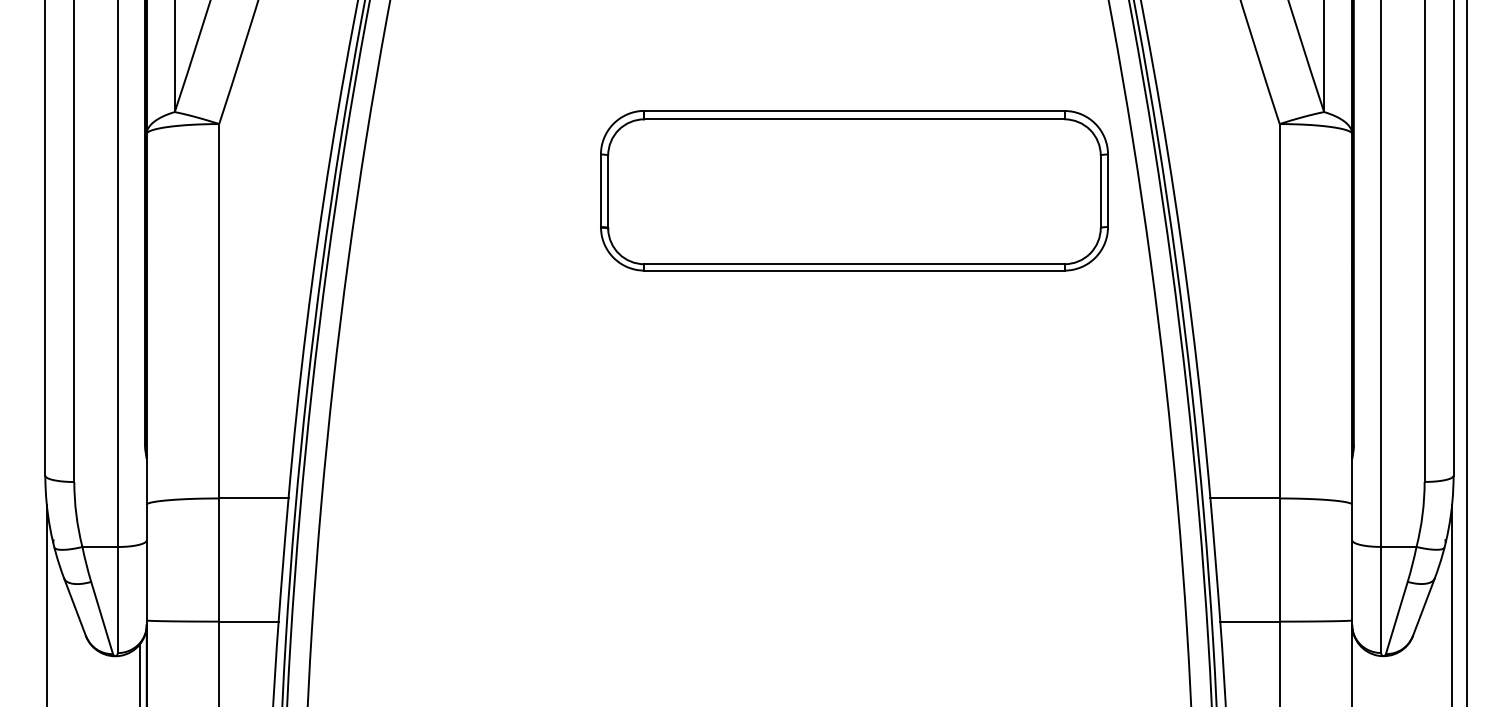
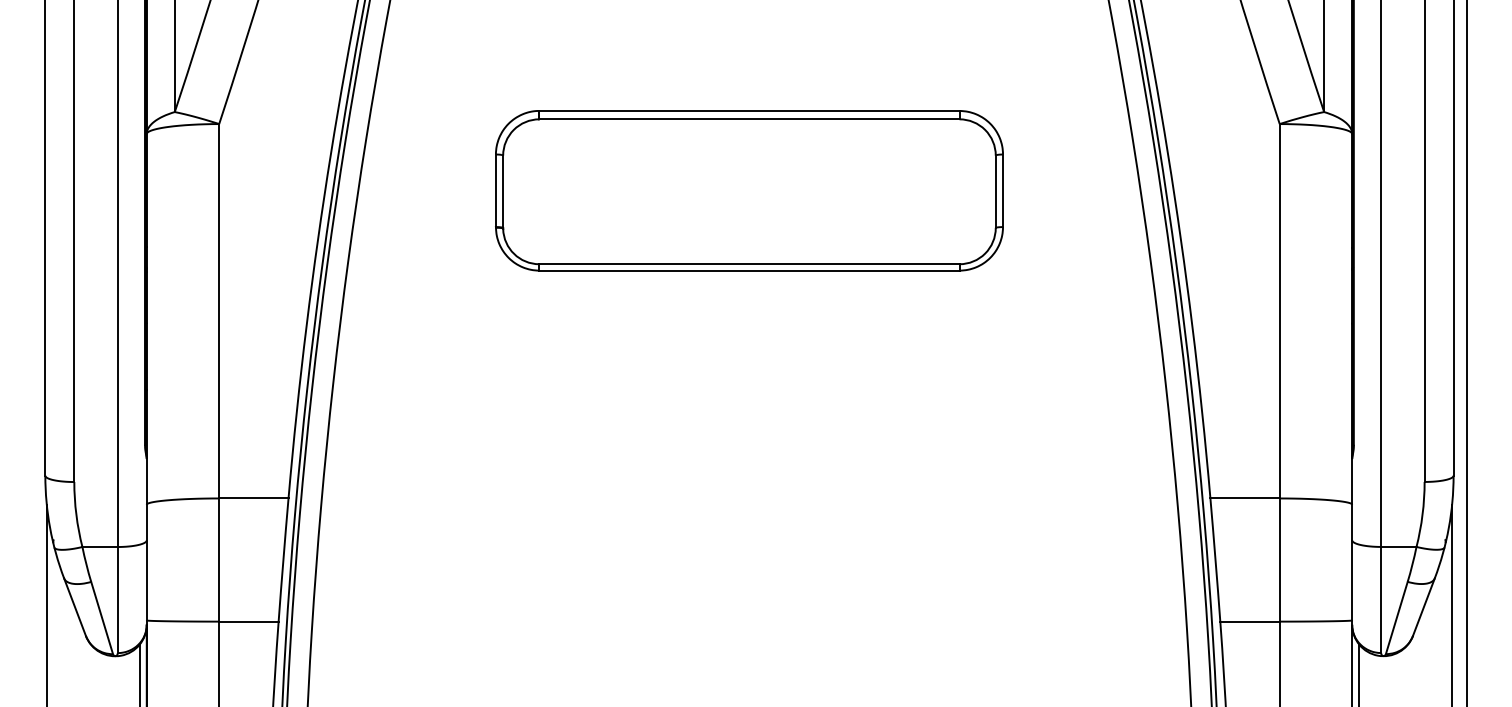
part at (854, 190) position: (854, 190) -> (749, 190)
line at (1359, 673): none -> present
